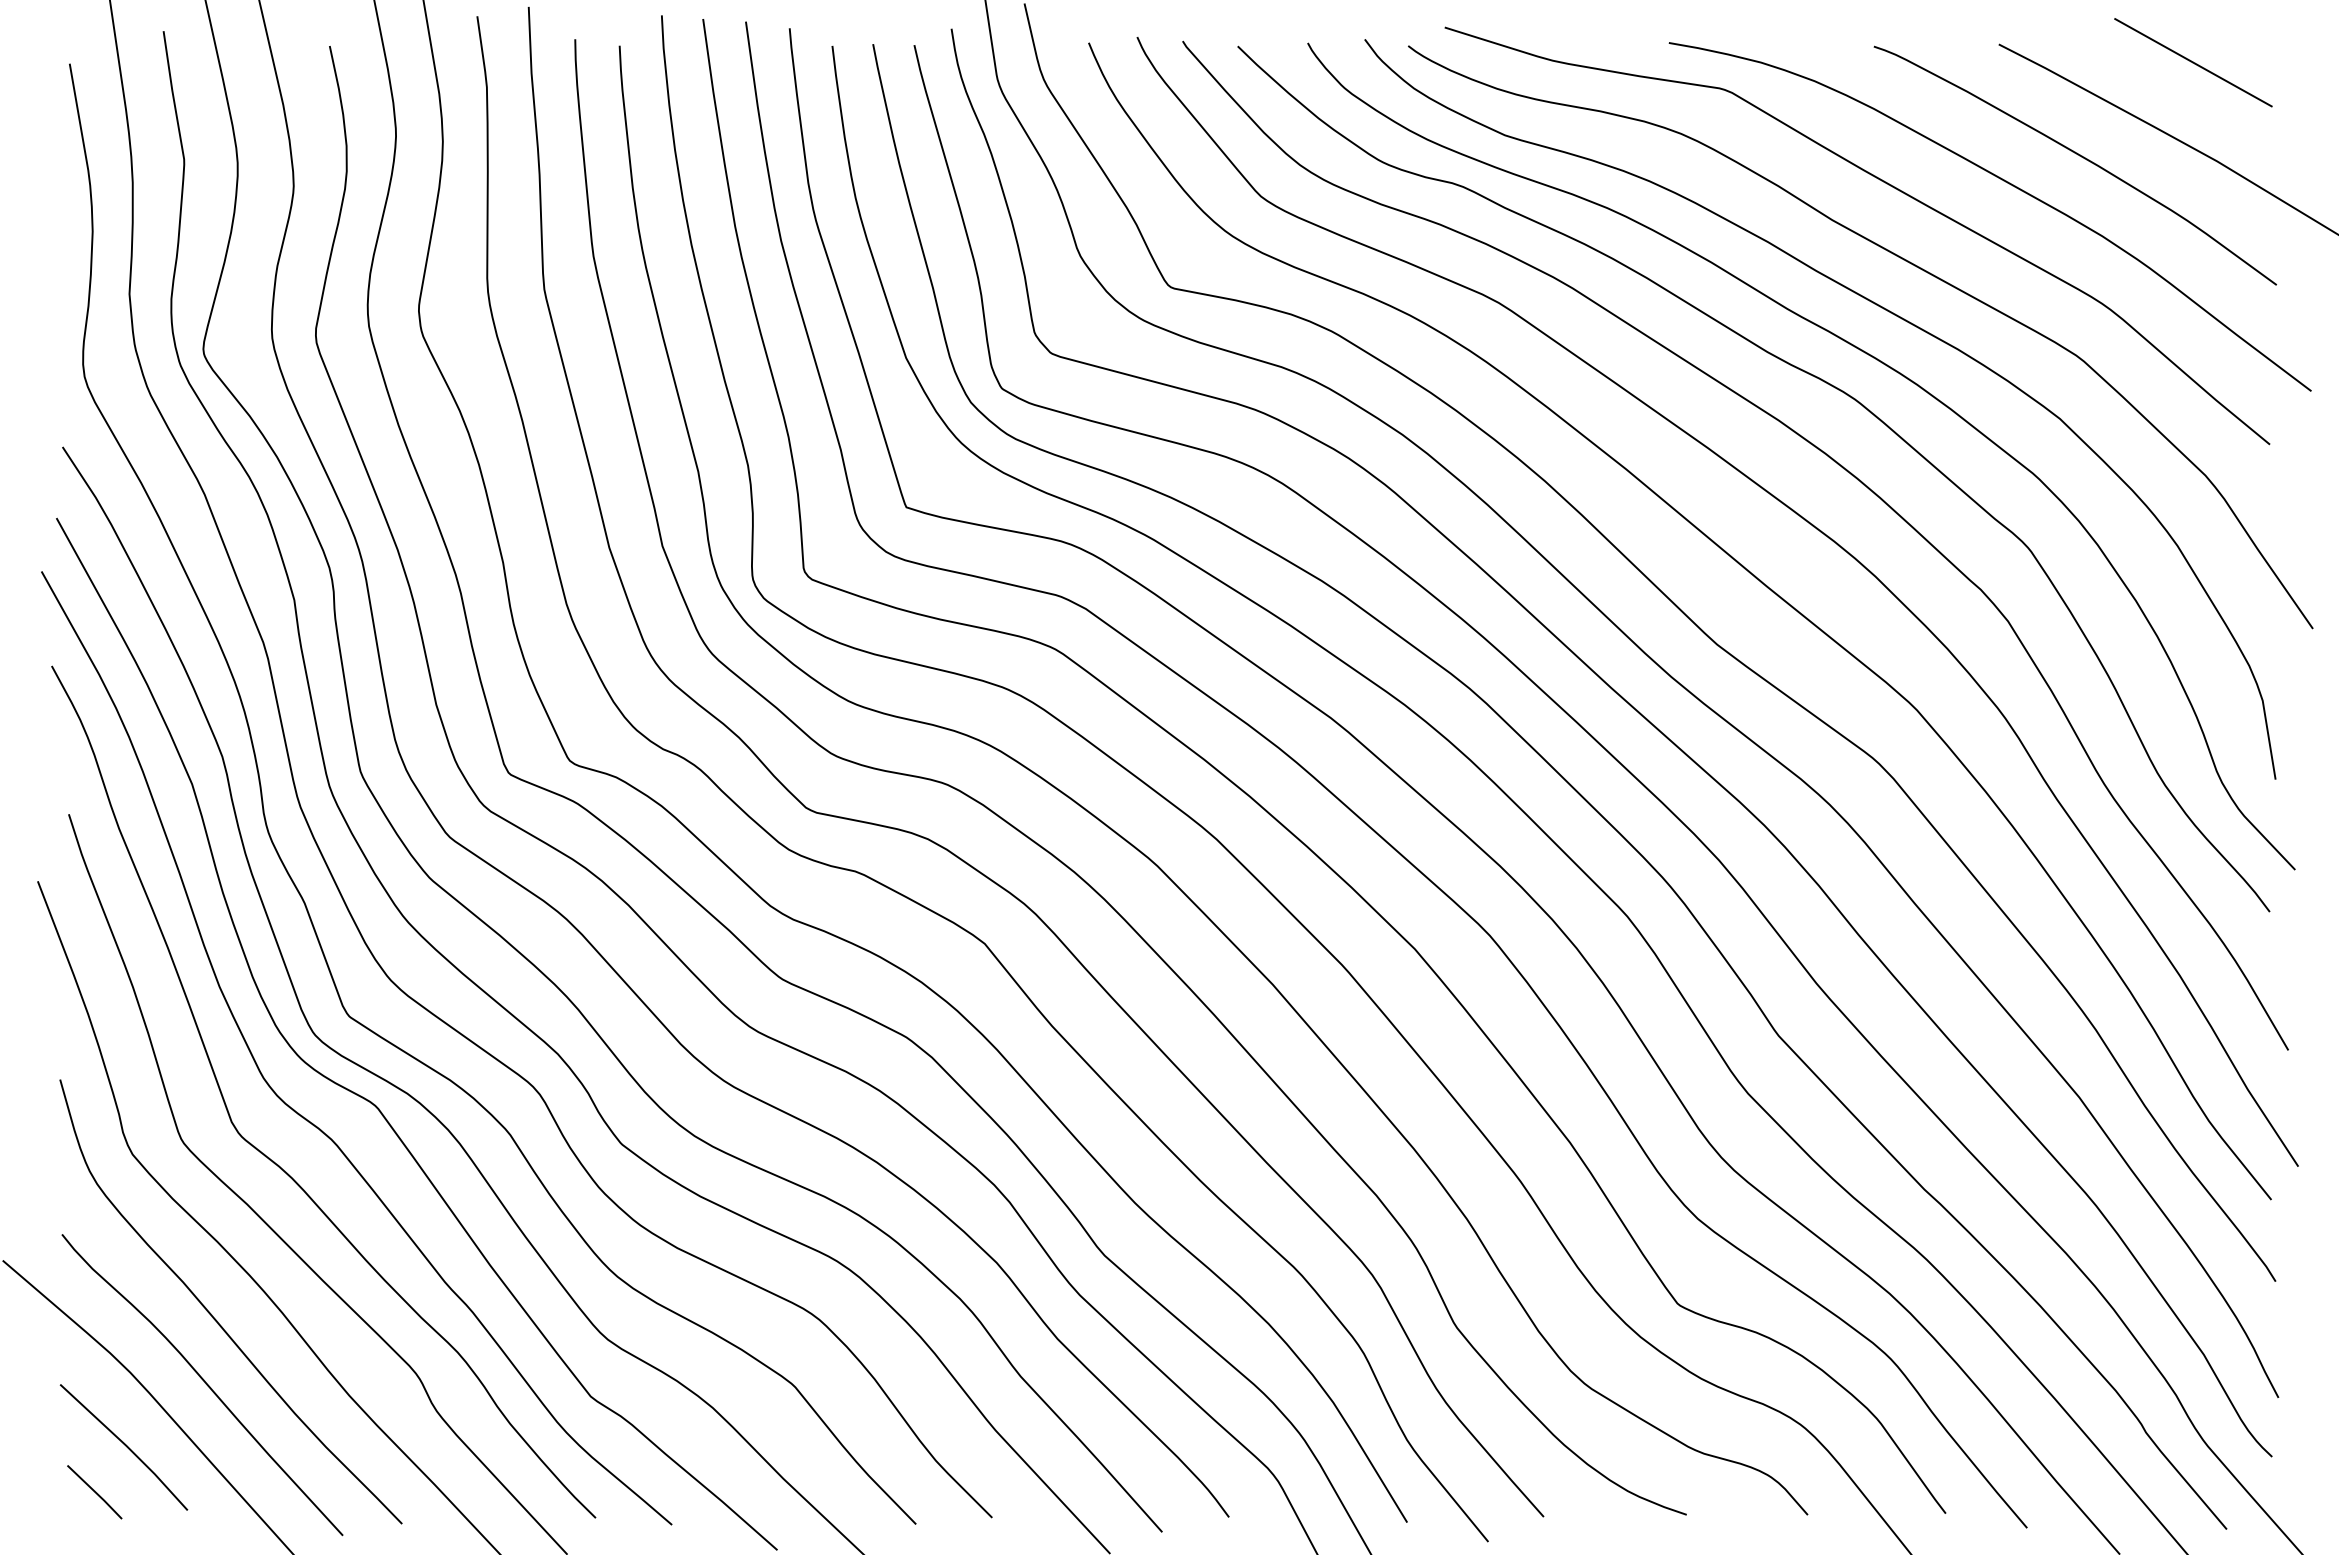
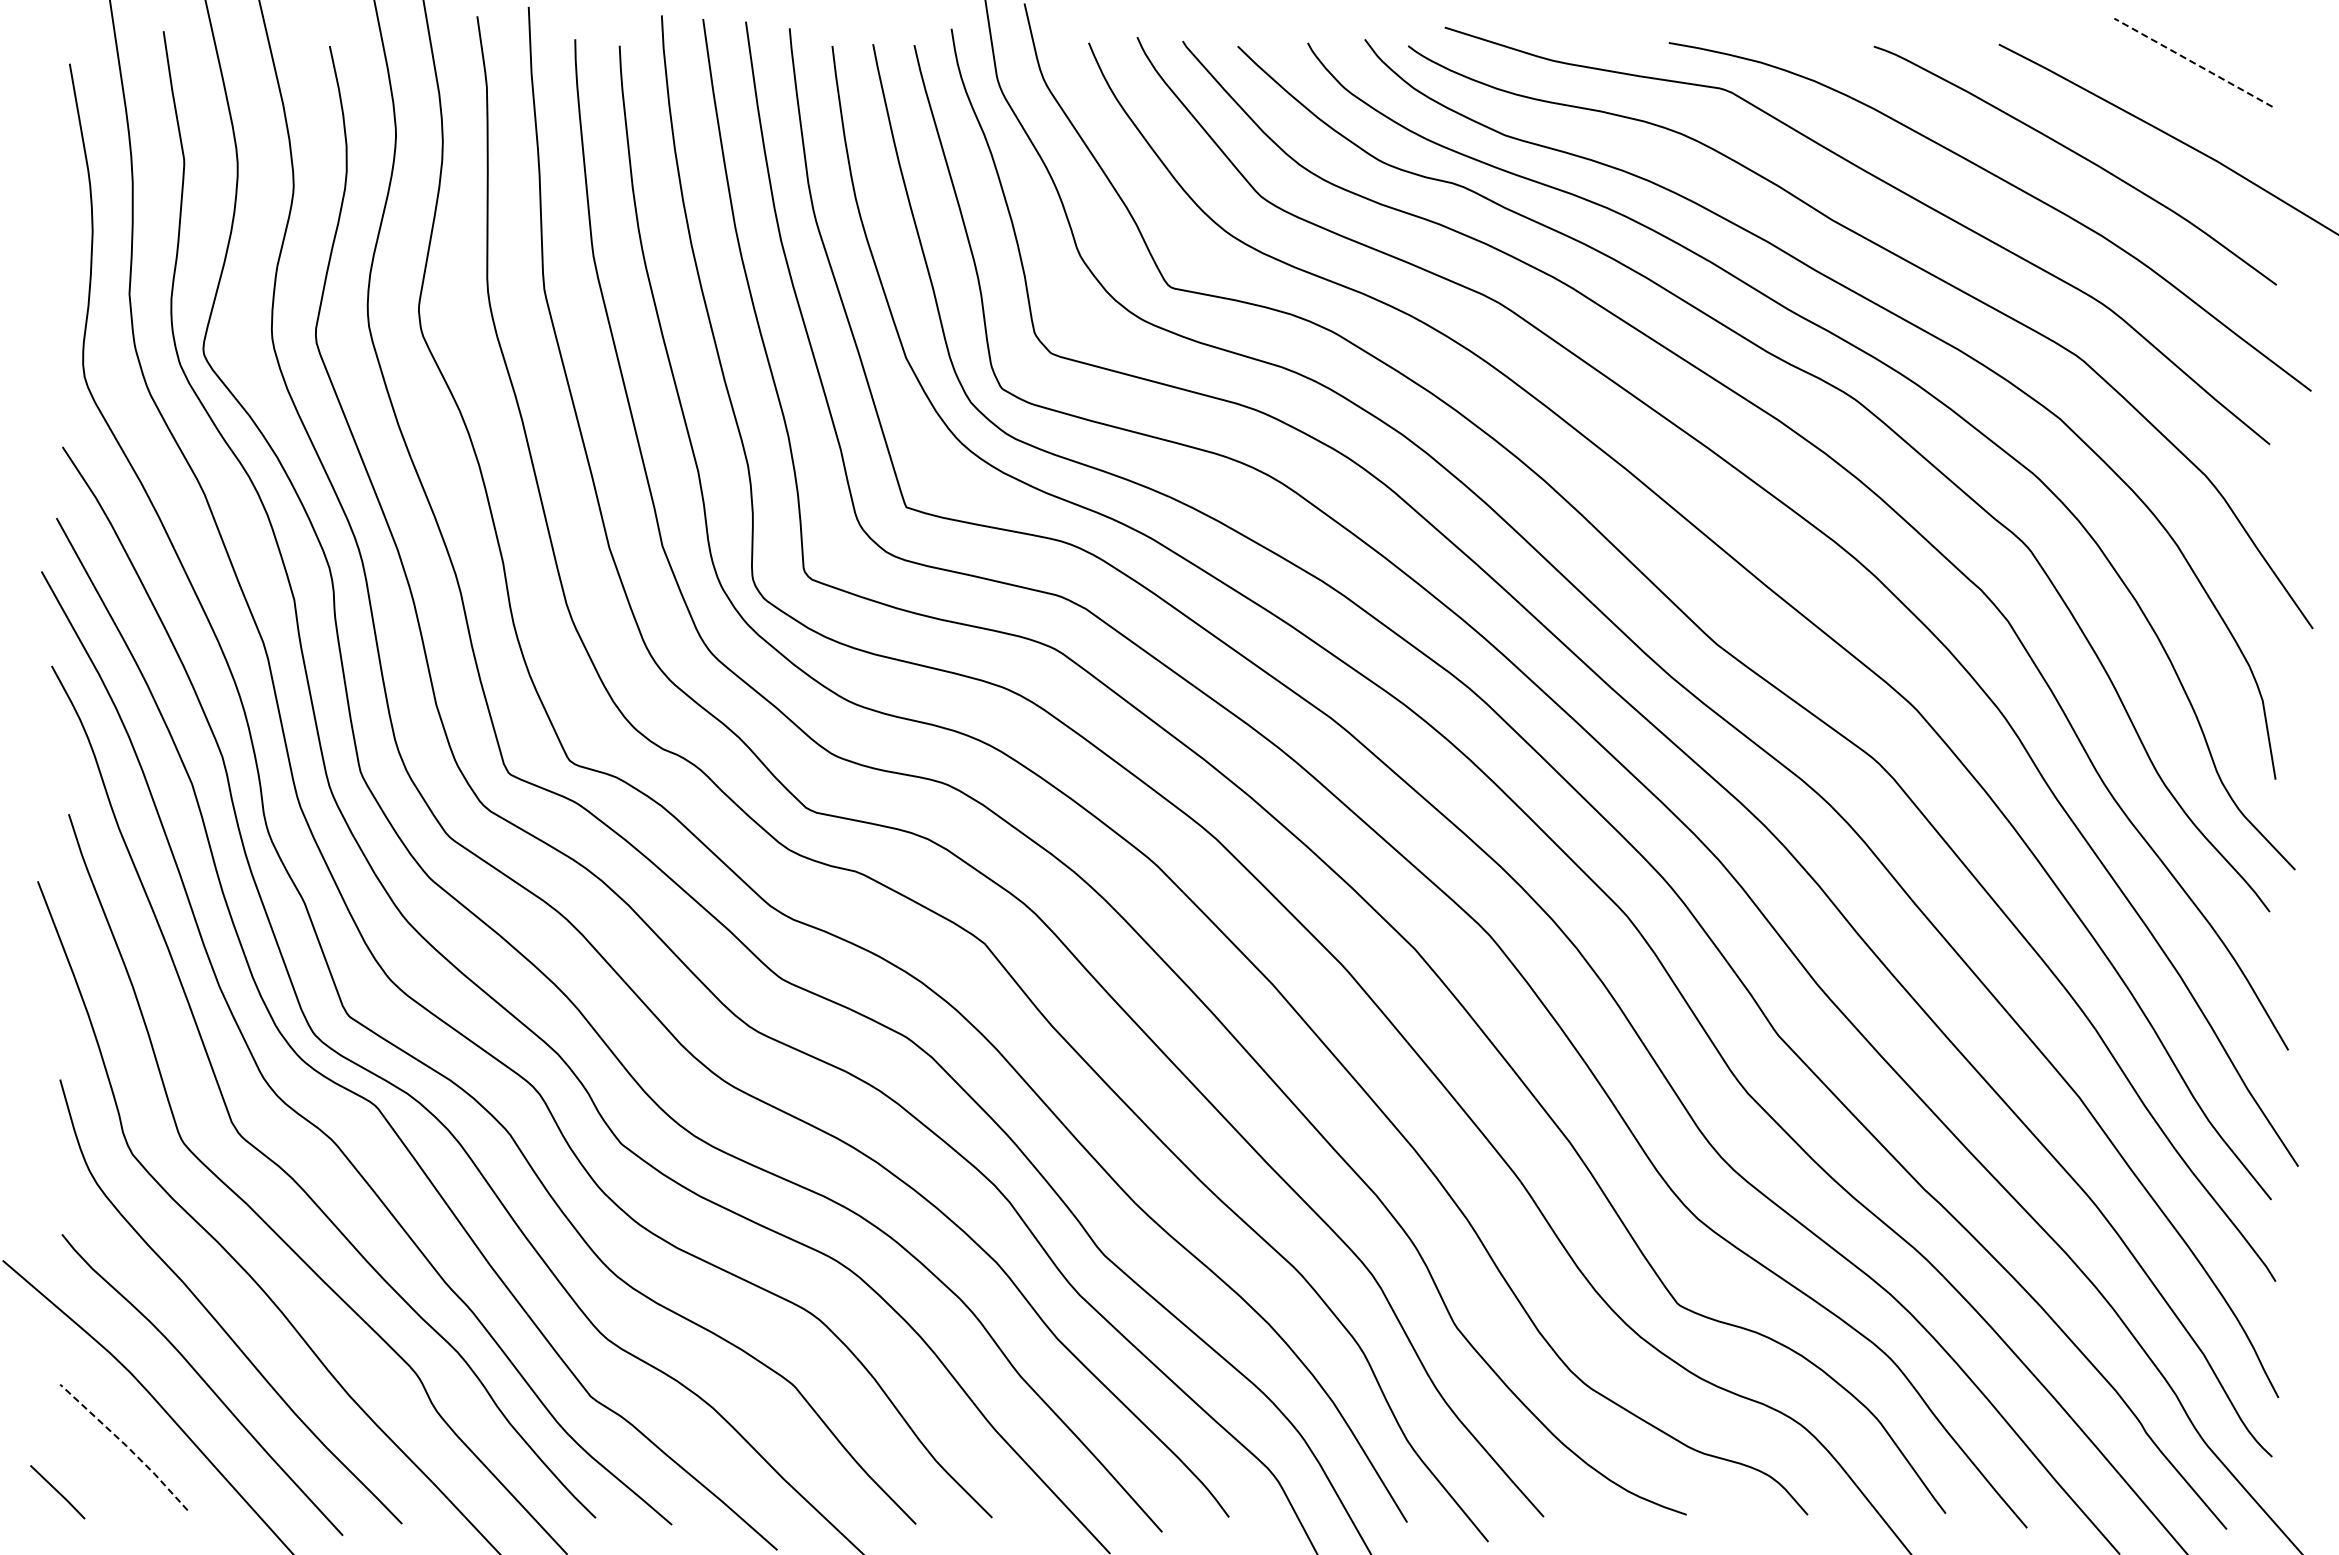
line at (2193, 62): solid -> dashed
line at (126, 1445): solid -> dashed
line at (94, 1492) position: (94, 1492) -> (57, 1492)
